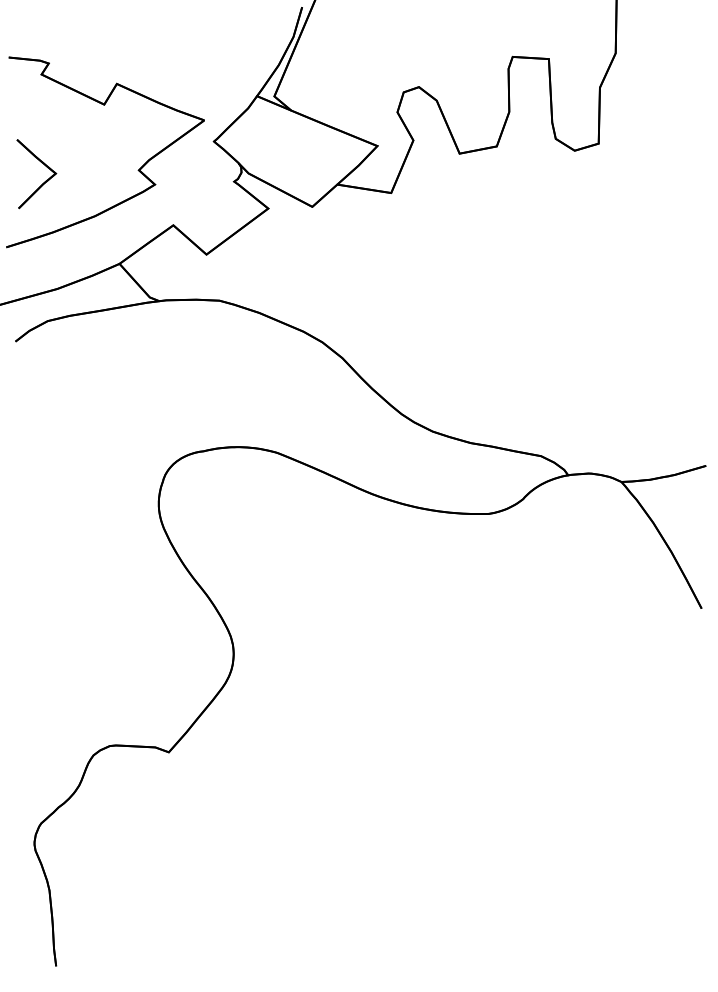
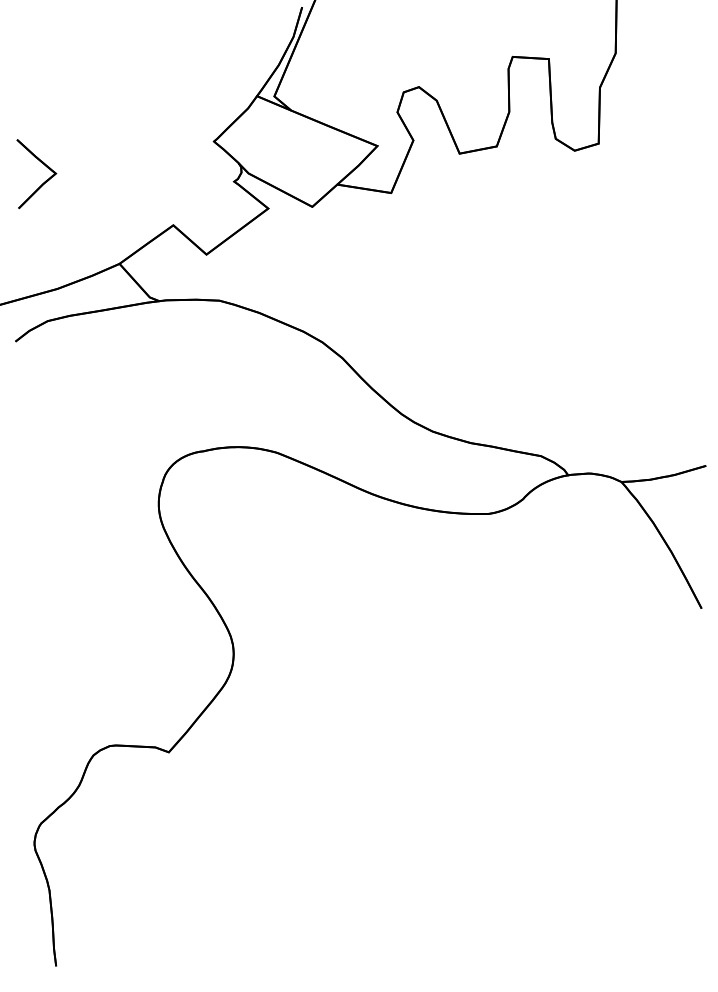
part at (137, 170): present -> none
